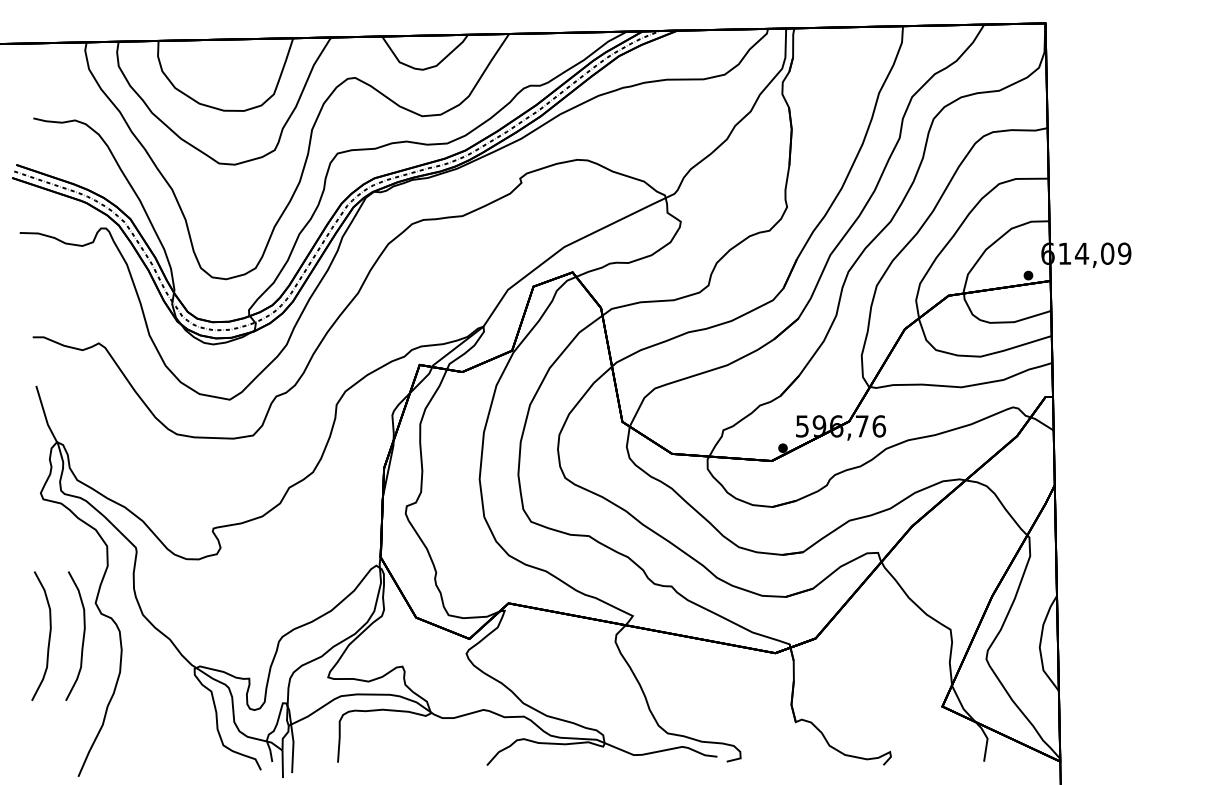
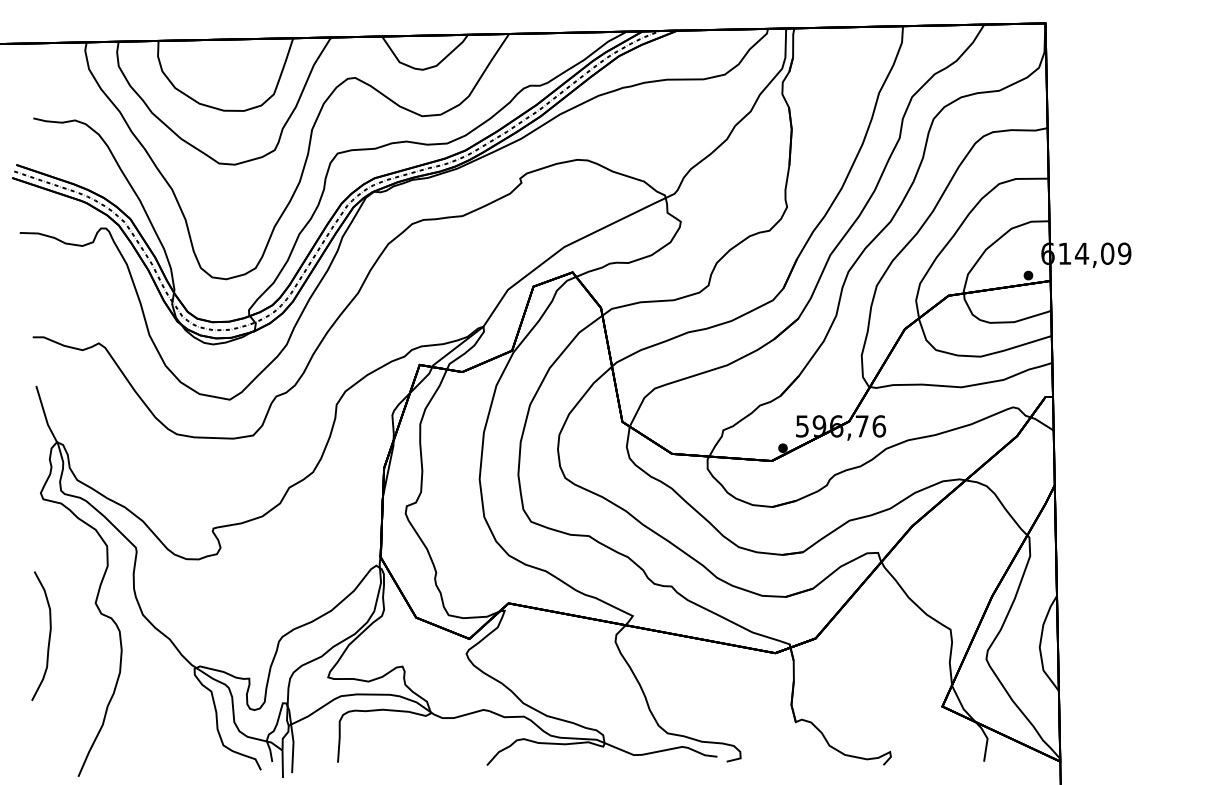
curve at (82, 637): present -> none
